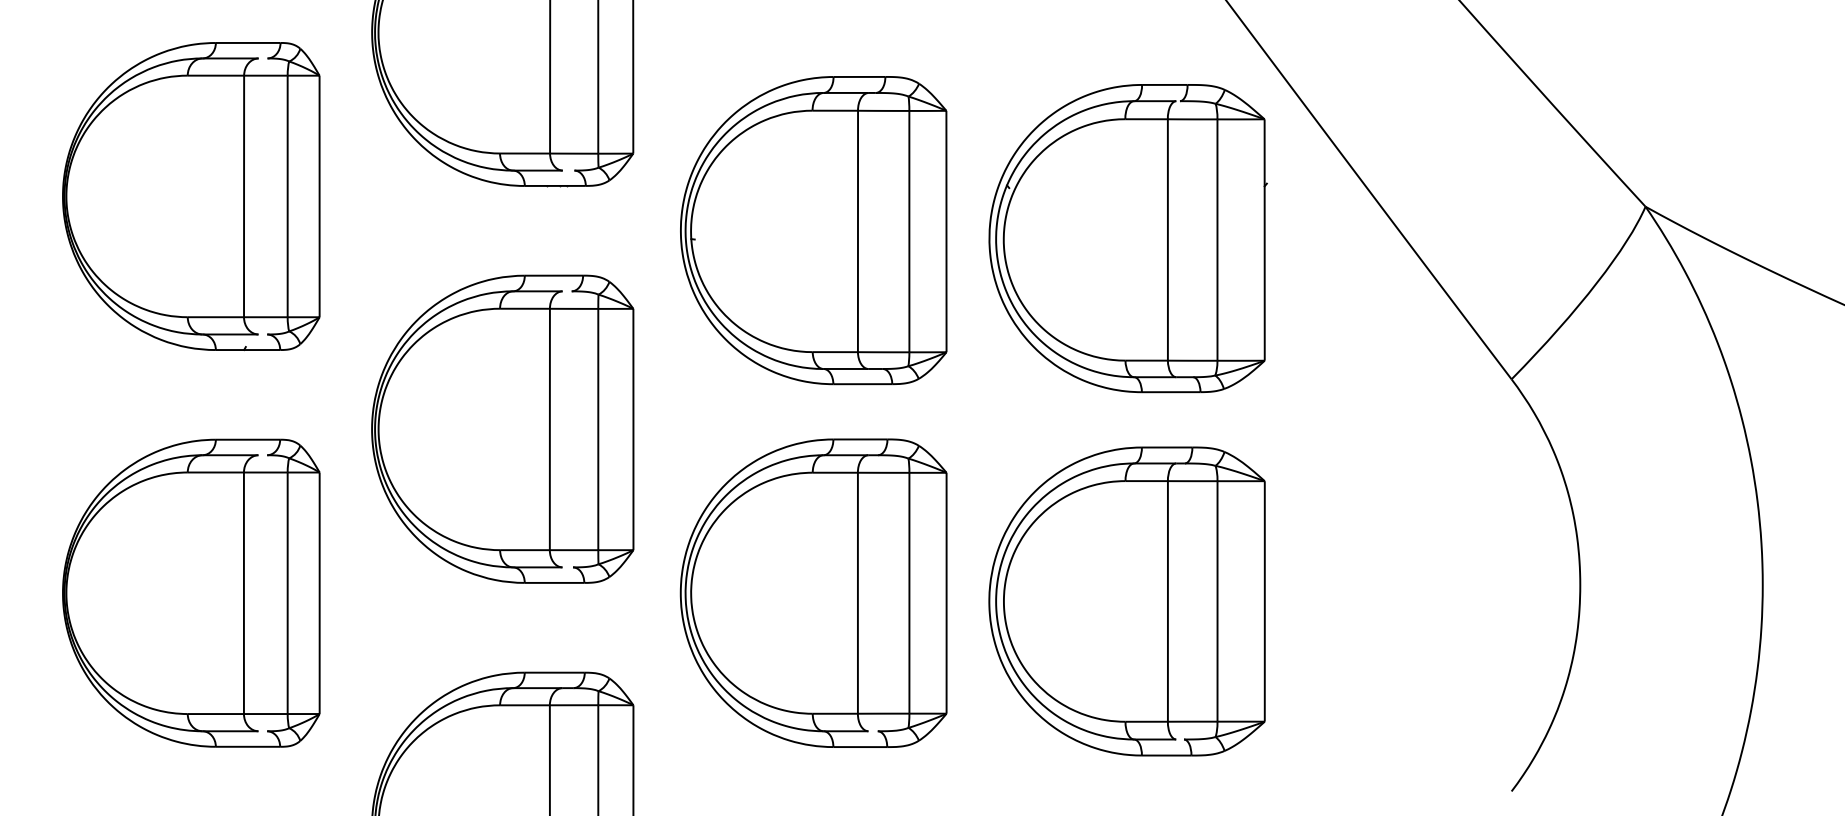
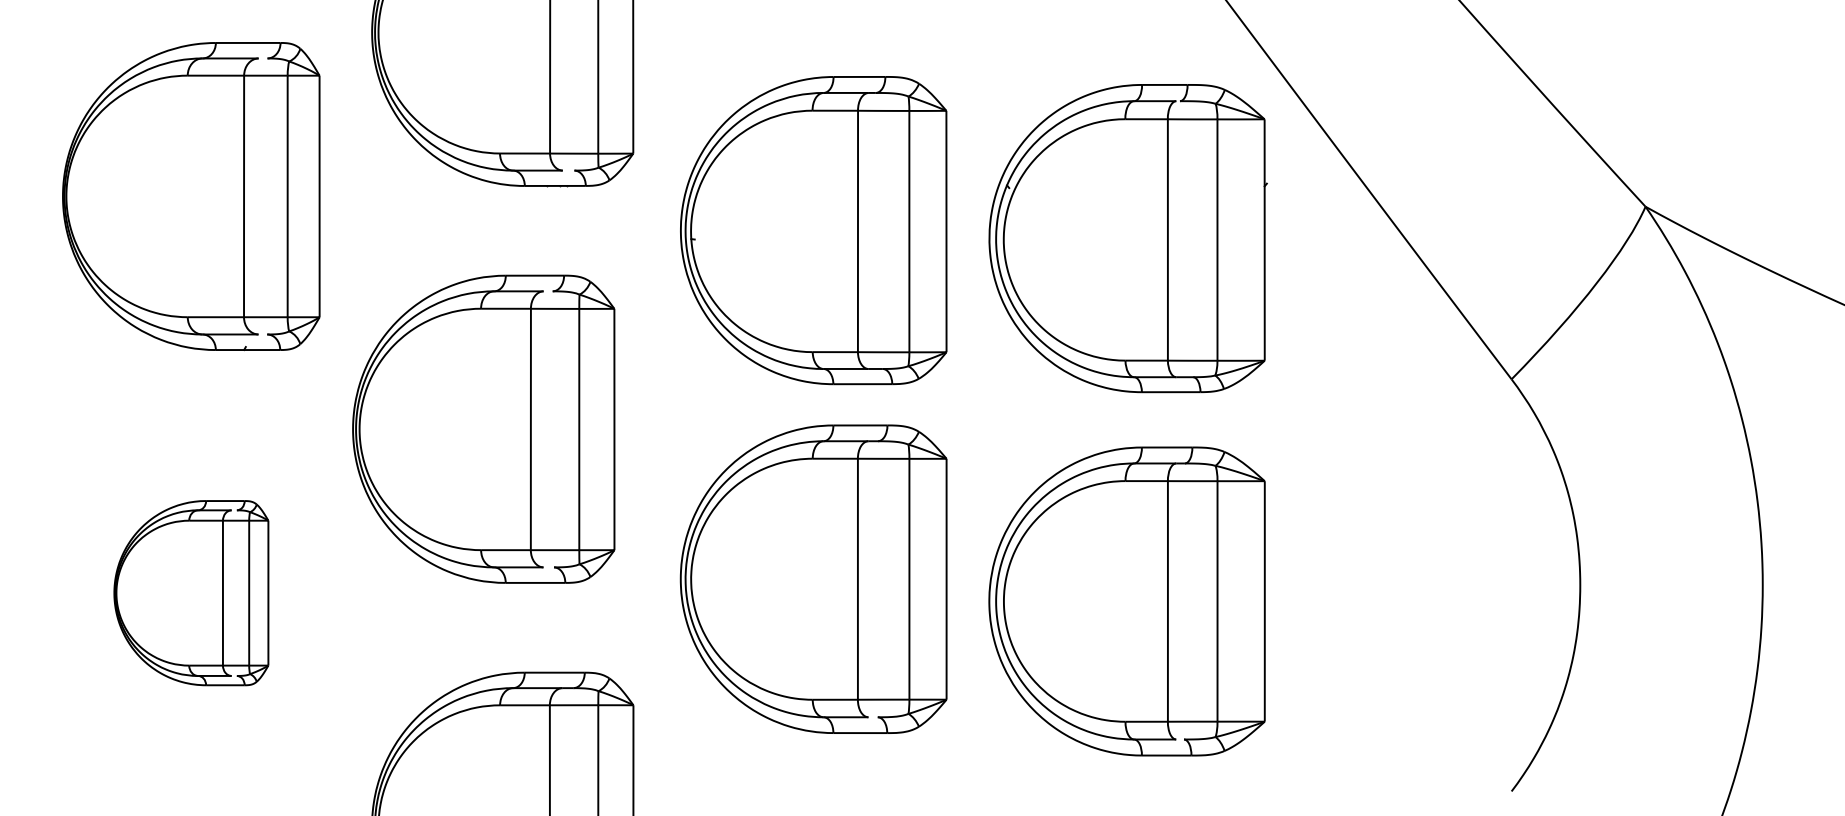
part at (502, 428) position: (502, 428) -> (483, 428)
part at (191, 592) size: 259x310 px -> 157x187 px
part at (813, 592) position: (813, 592) -> (813, 578)
